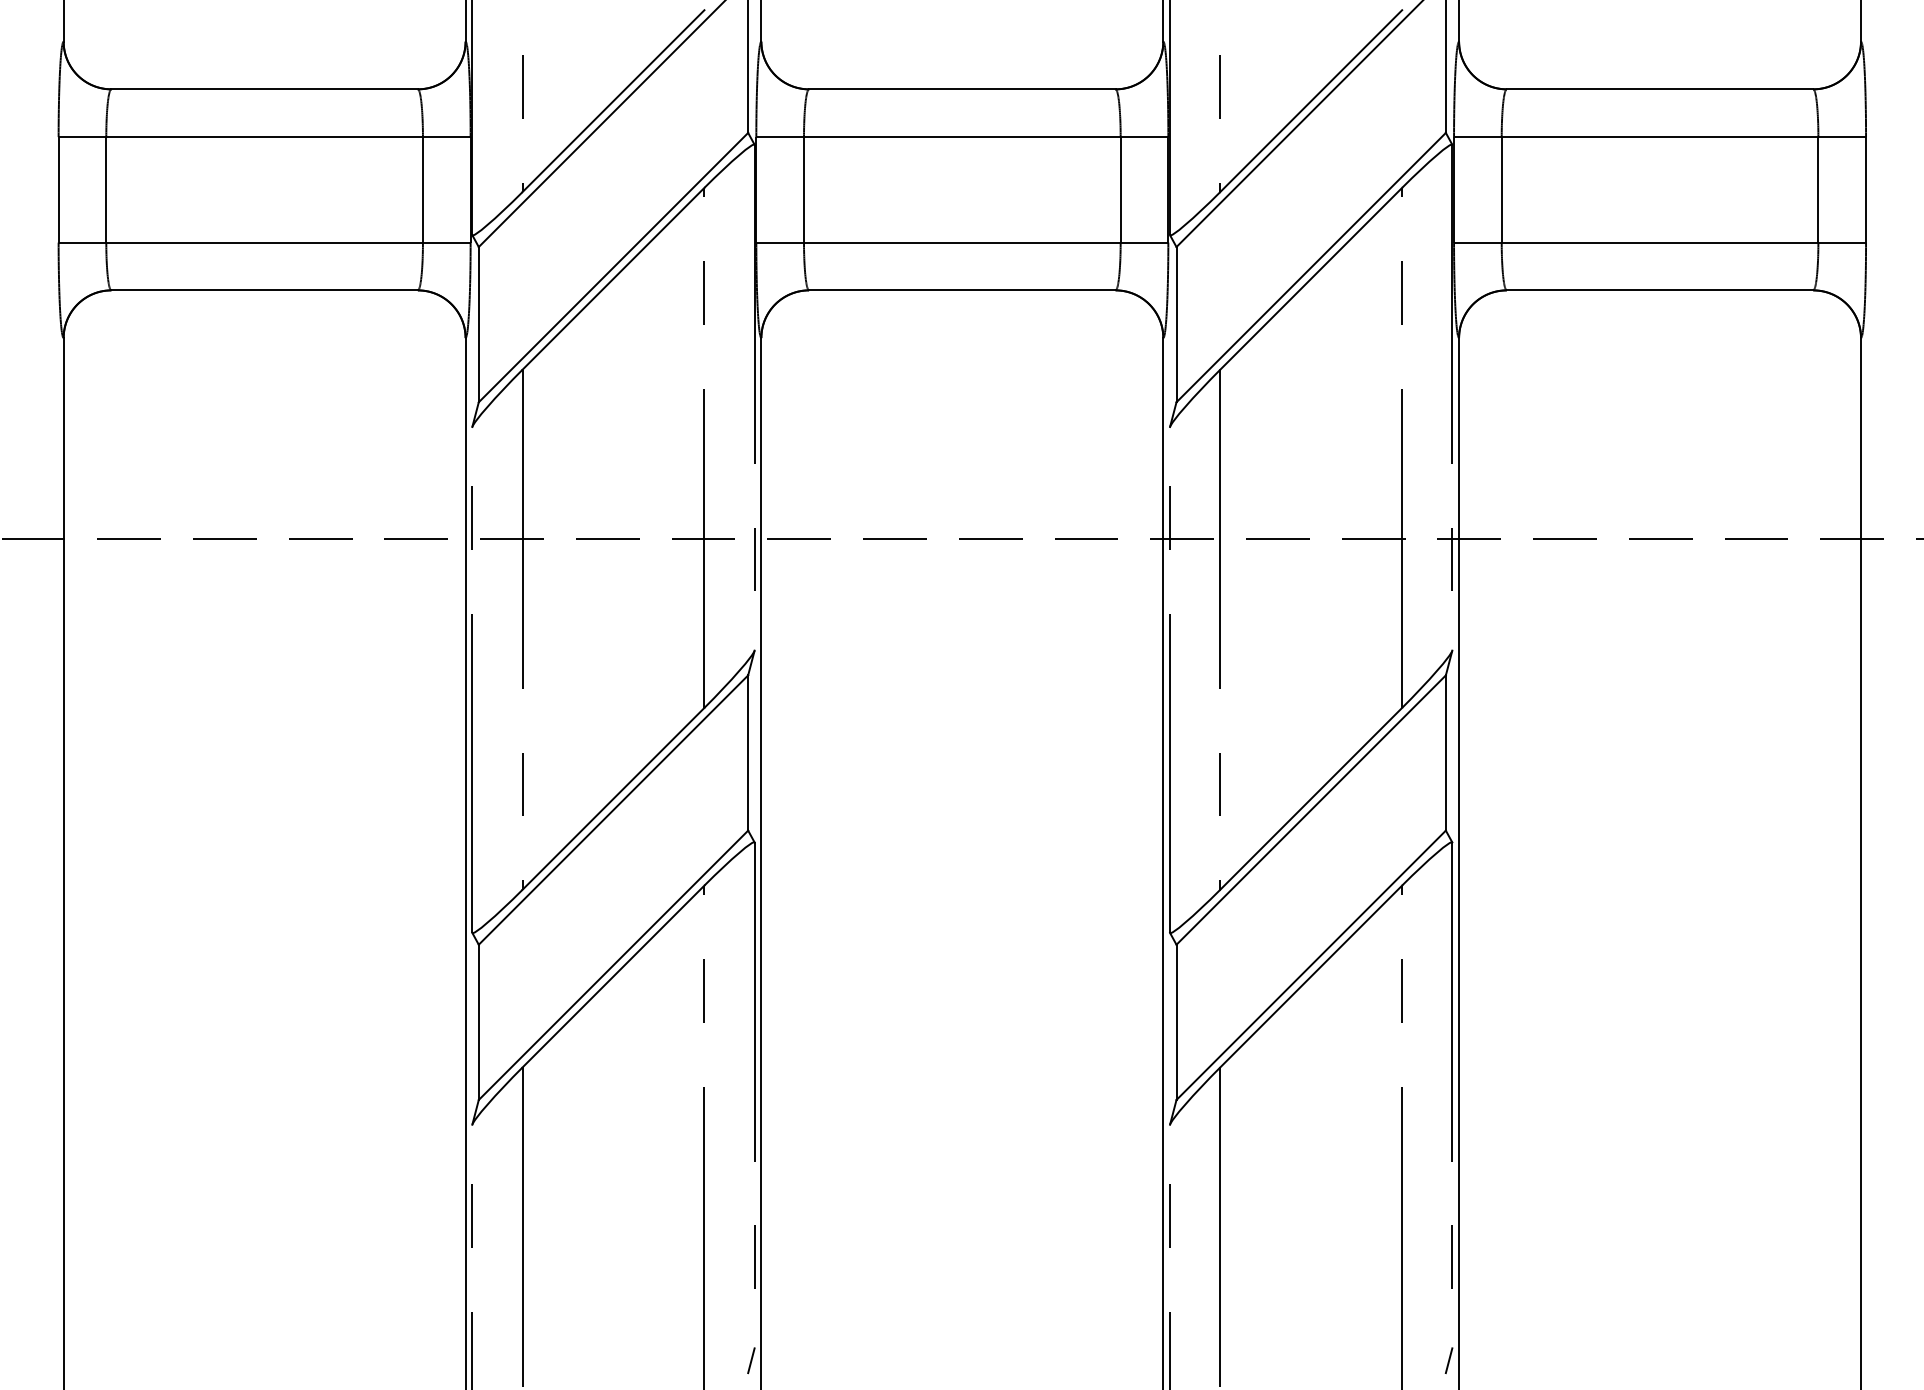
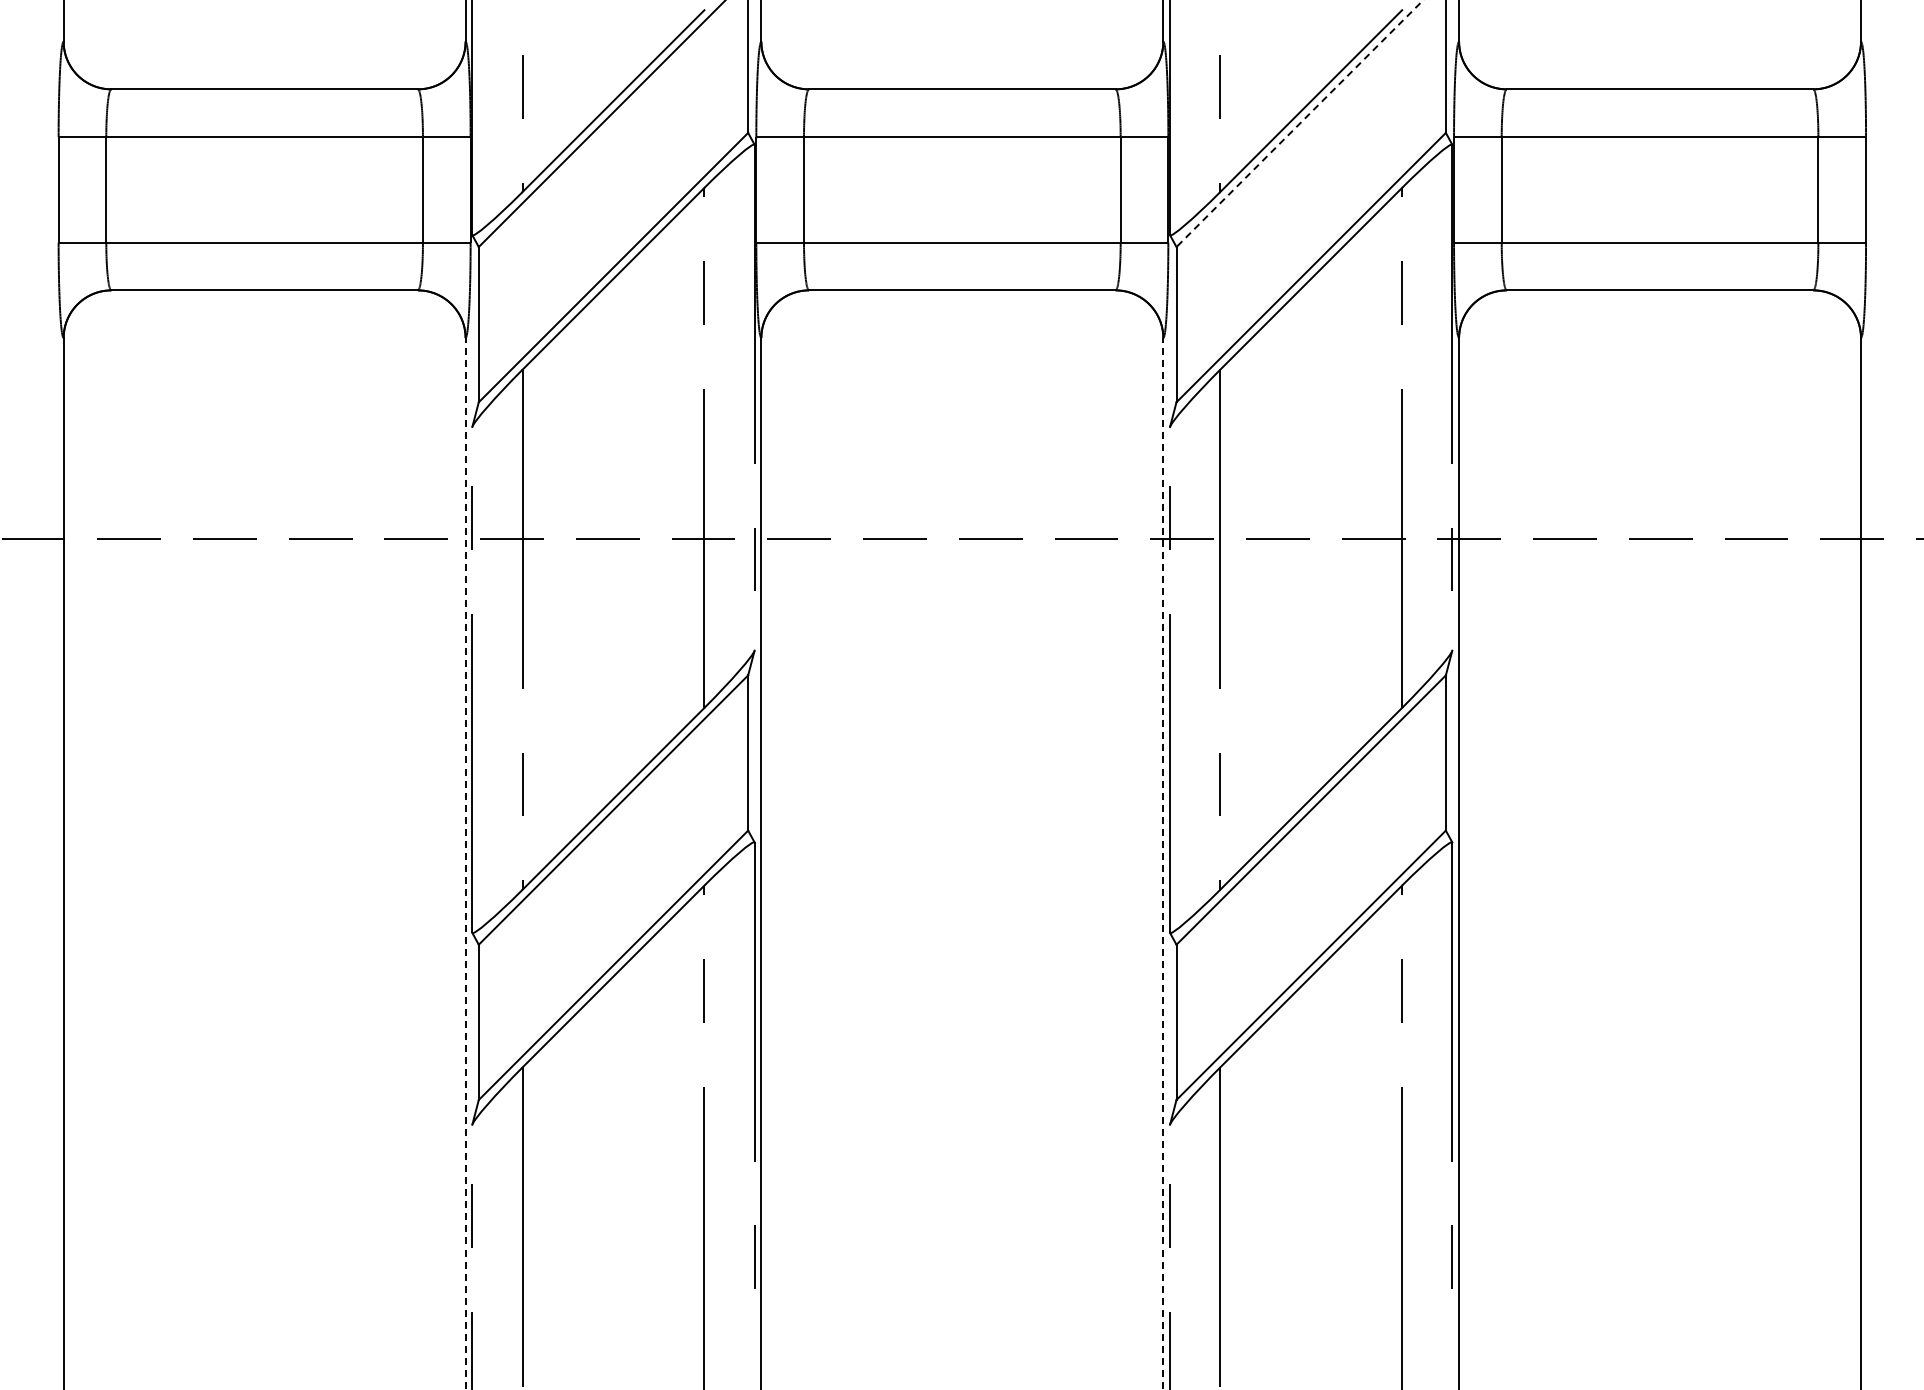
line at (1299, 124): solid -> dashed
line at (465, 863): solid -> dashed
line at (1163, 863): solid -> dashed
line at (751, 1360): present -> none
line at (1448, 1360): present -> none
